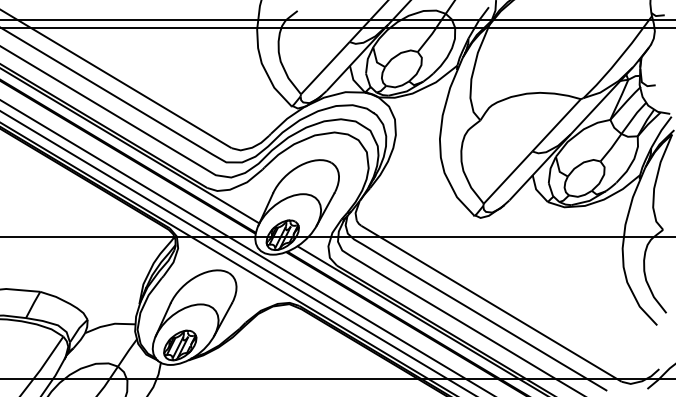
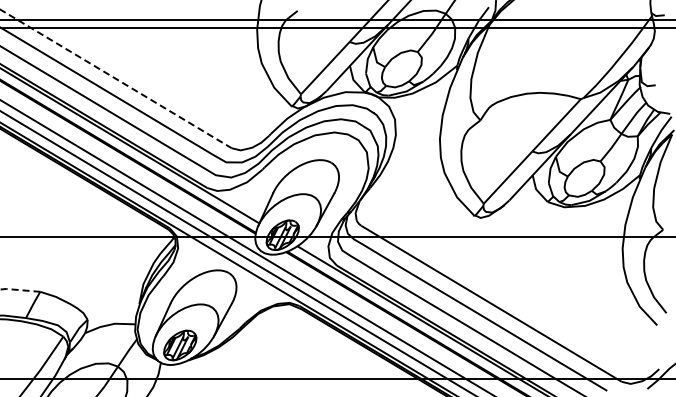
line at (116, 78): solid -> dashed
line at (19, 290): solid -> dashed
